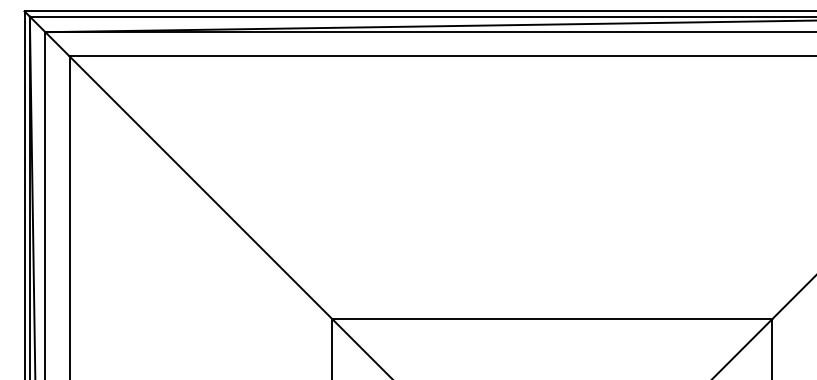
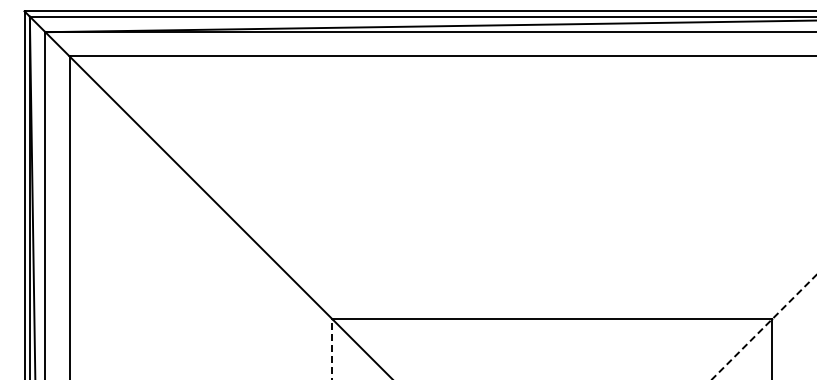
line at (763, 327): solid -> dashed
line at (332, 349): solid -> dashed
